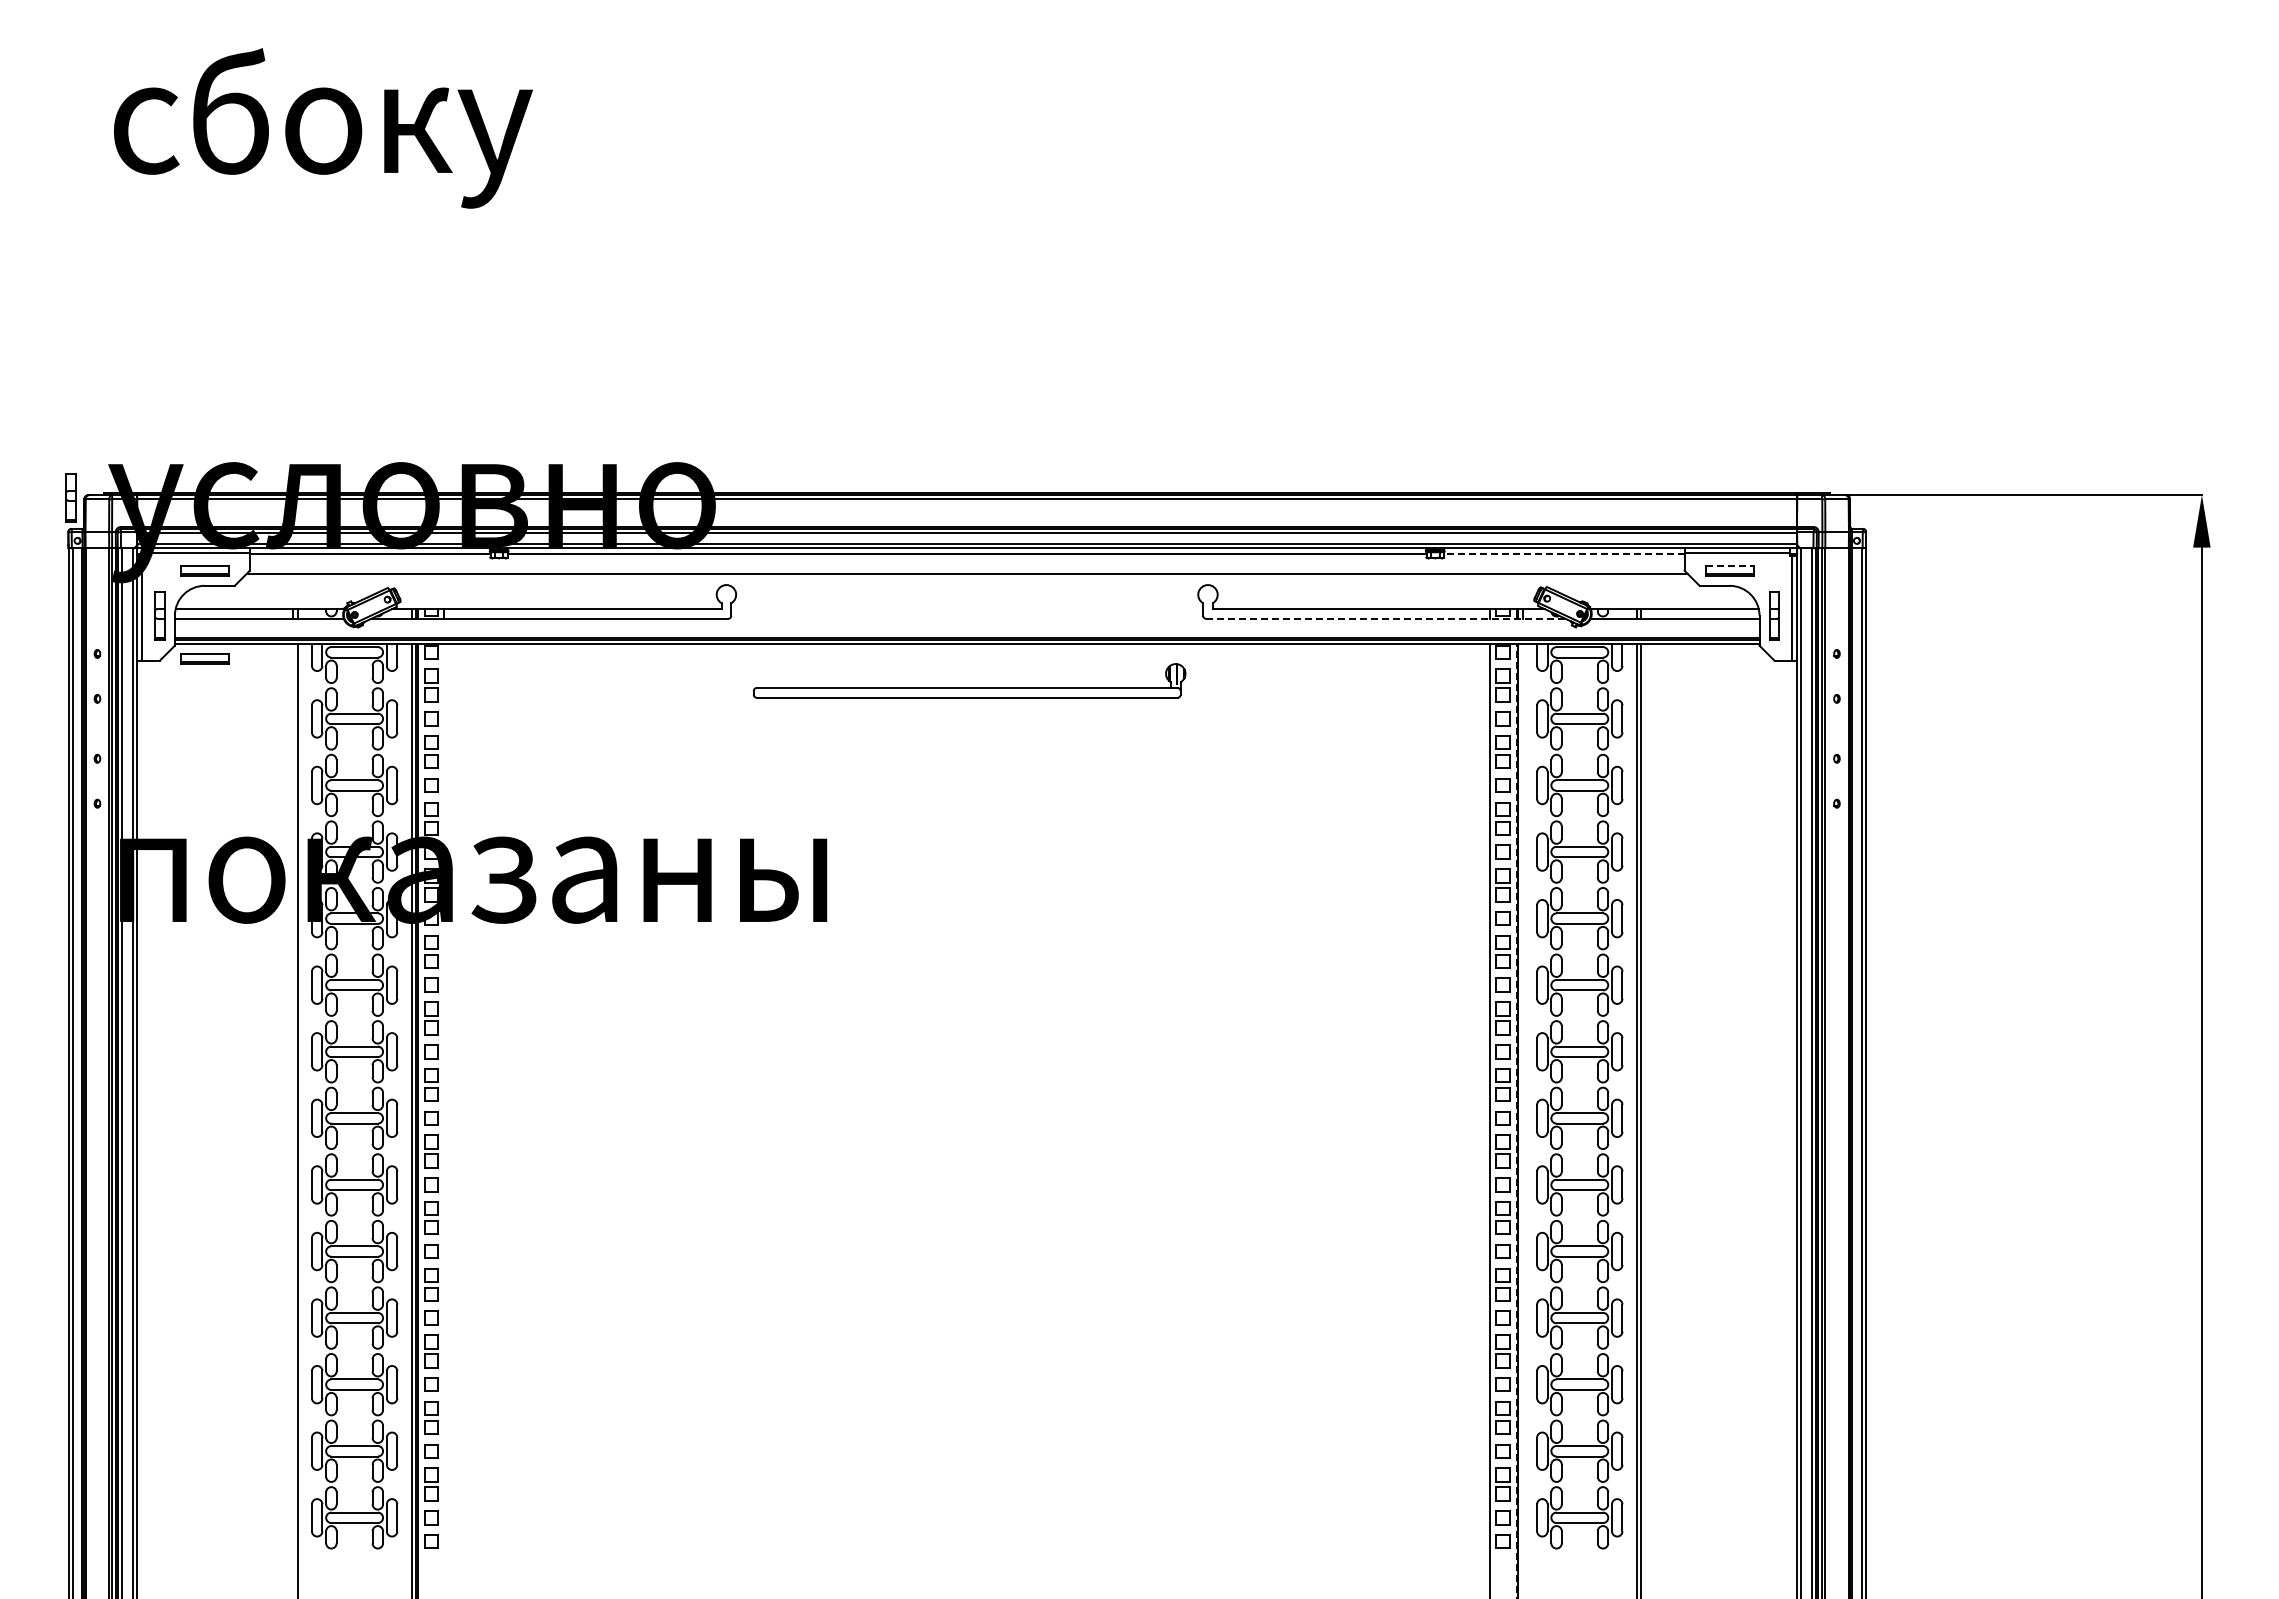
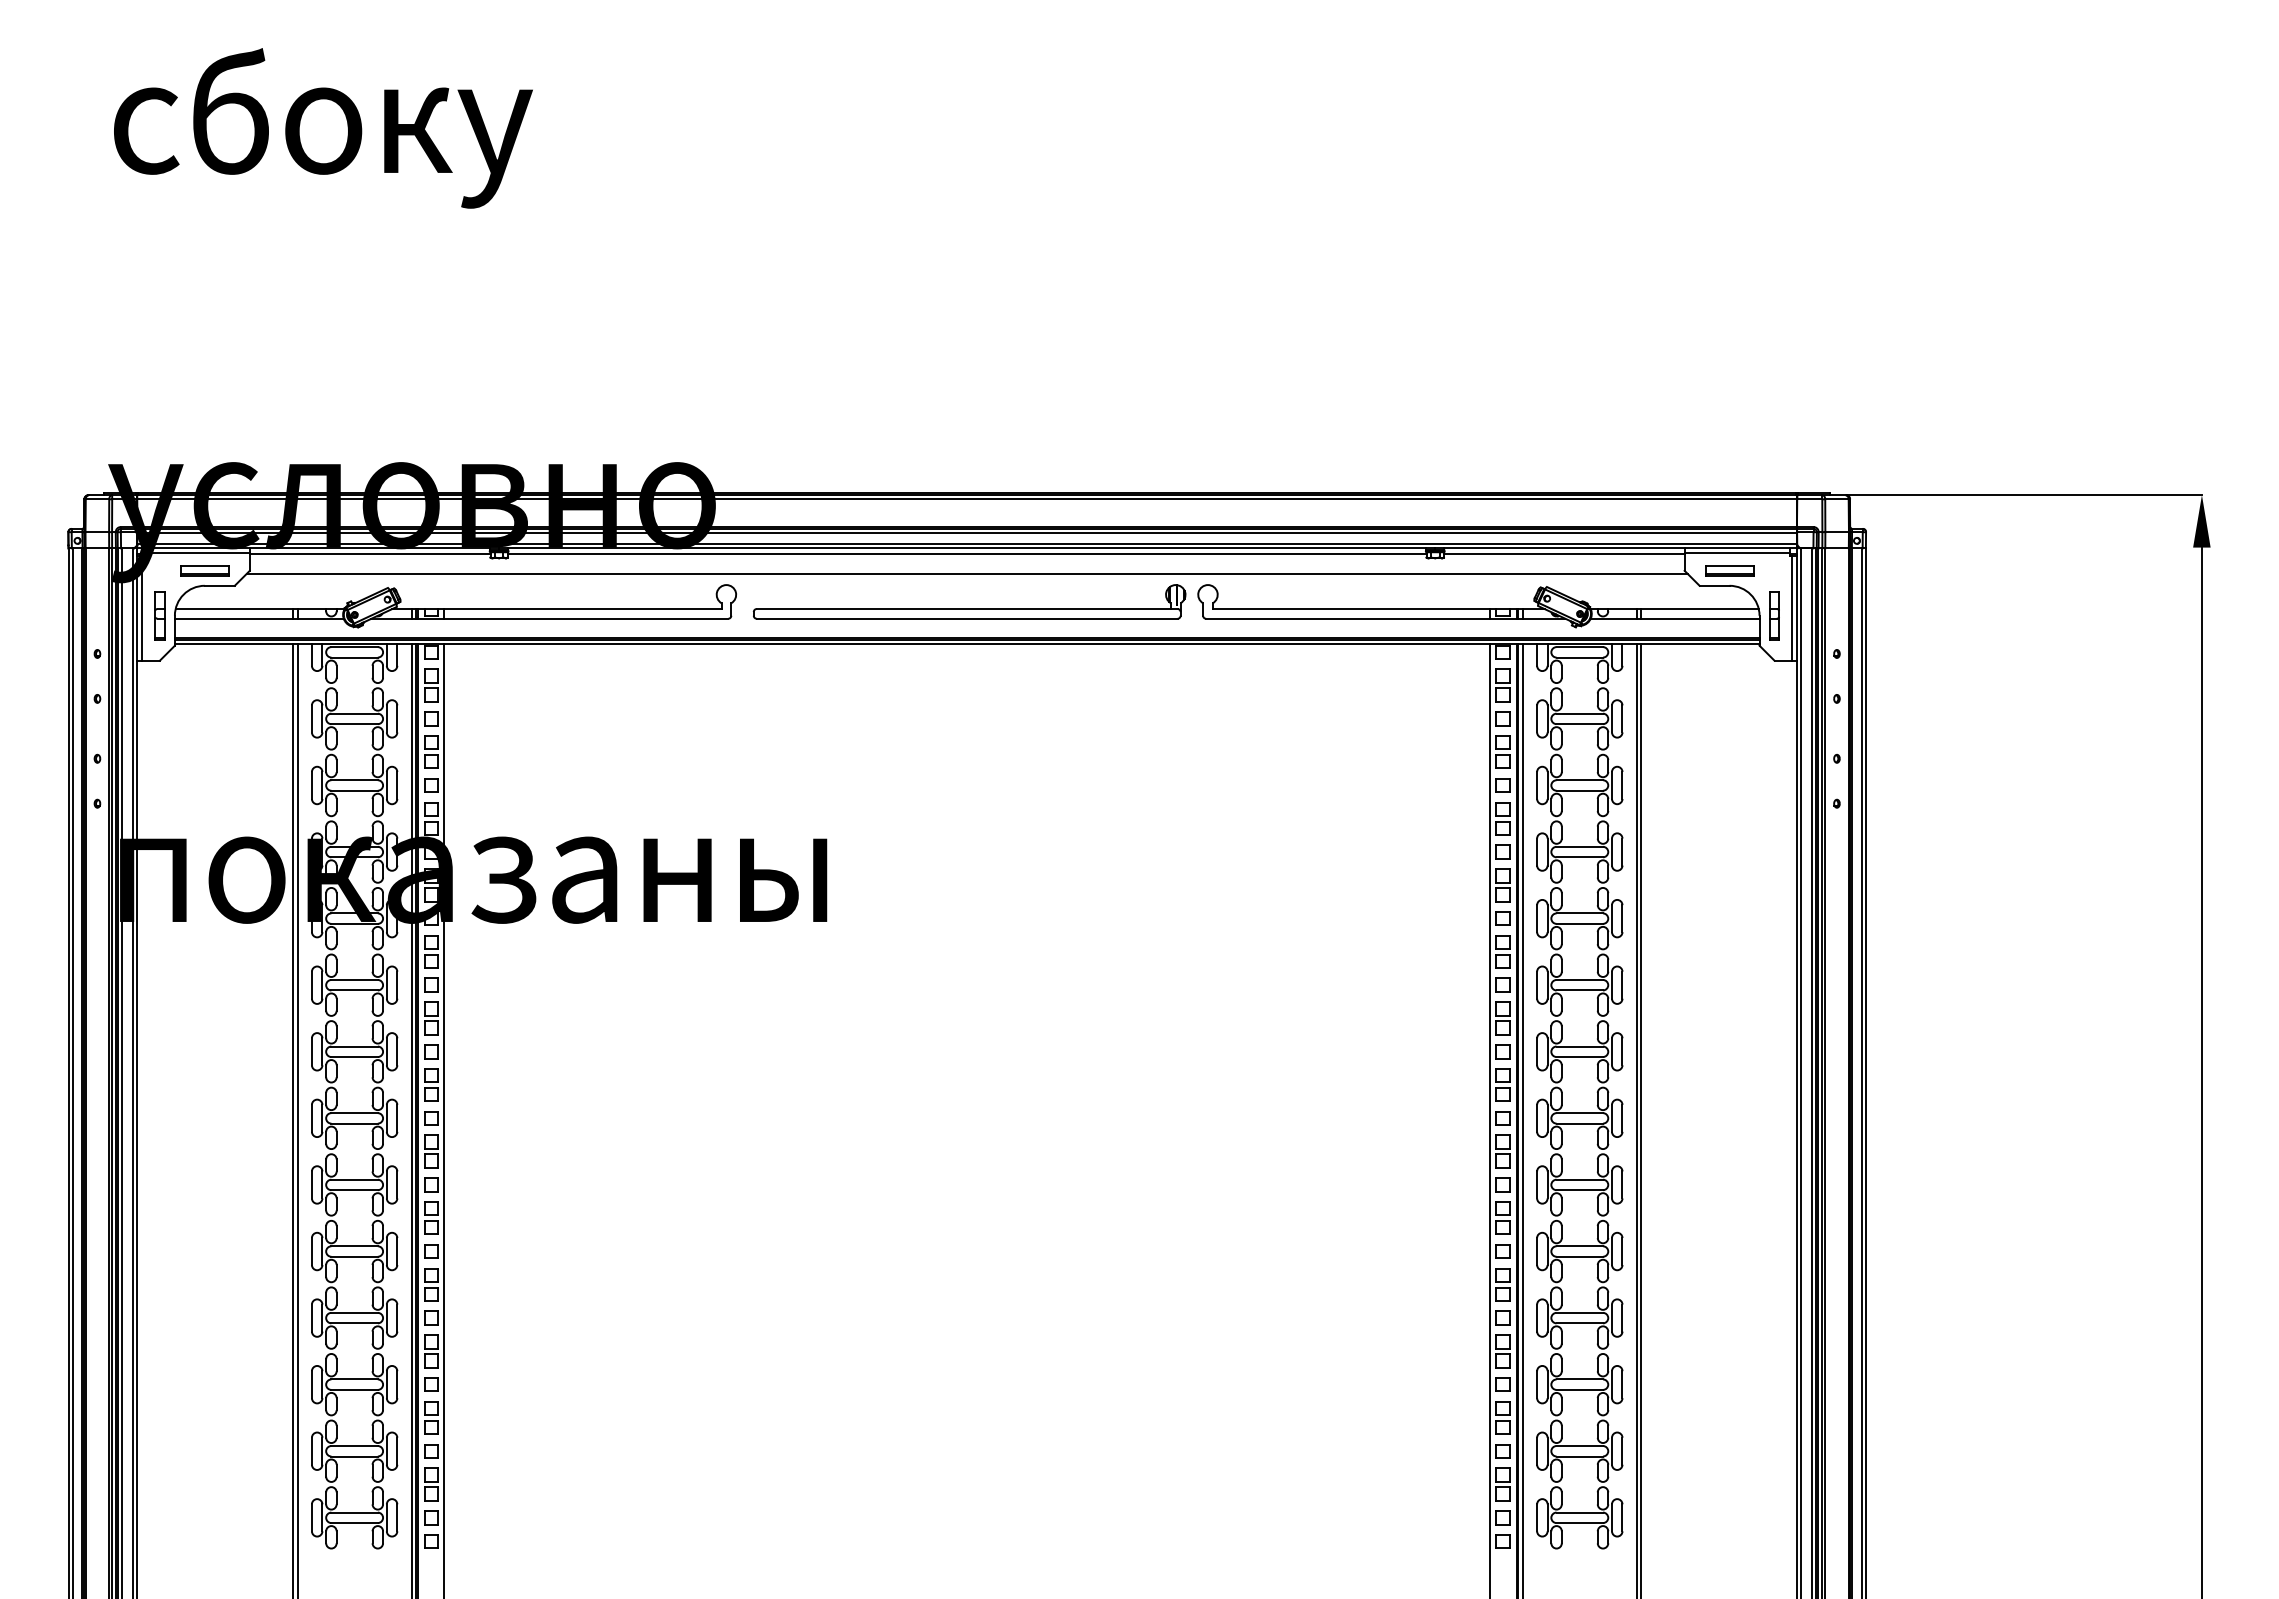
part at (70, 497): present -> none
line at (1563, 554): dashed -> solid
line at (1729, 565): dashed -> solid
line at (1385, 618): dashed -> solid
part at (204, 658): present -> none
part at (969, 687) position: (969, 687) -> (969, 608)
line at (293, 1119): none -> present
line at (444, 1119): none -> present
line at (1522, 1119): none -> present
line at (1516, 1121): dashed -> solid
